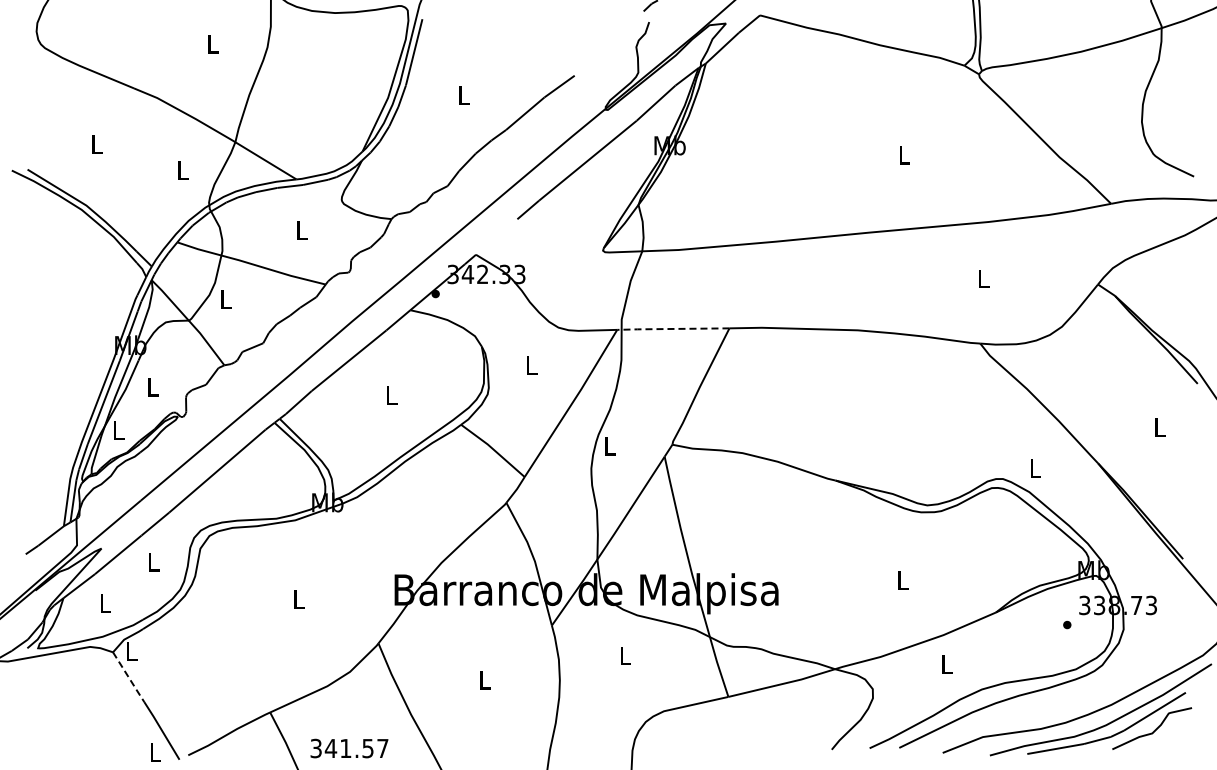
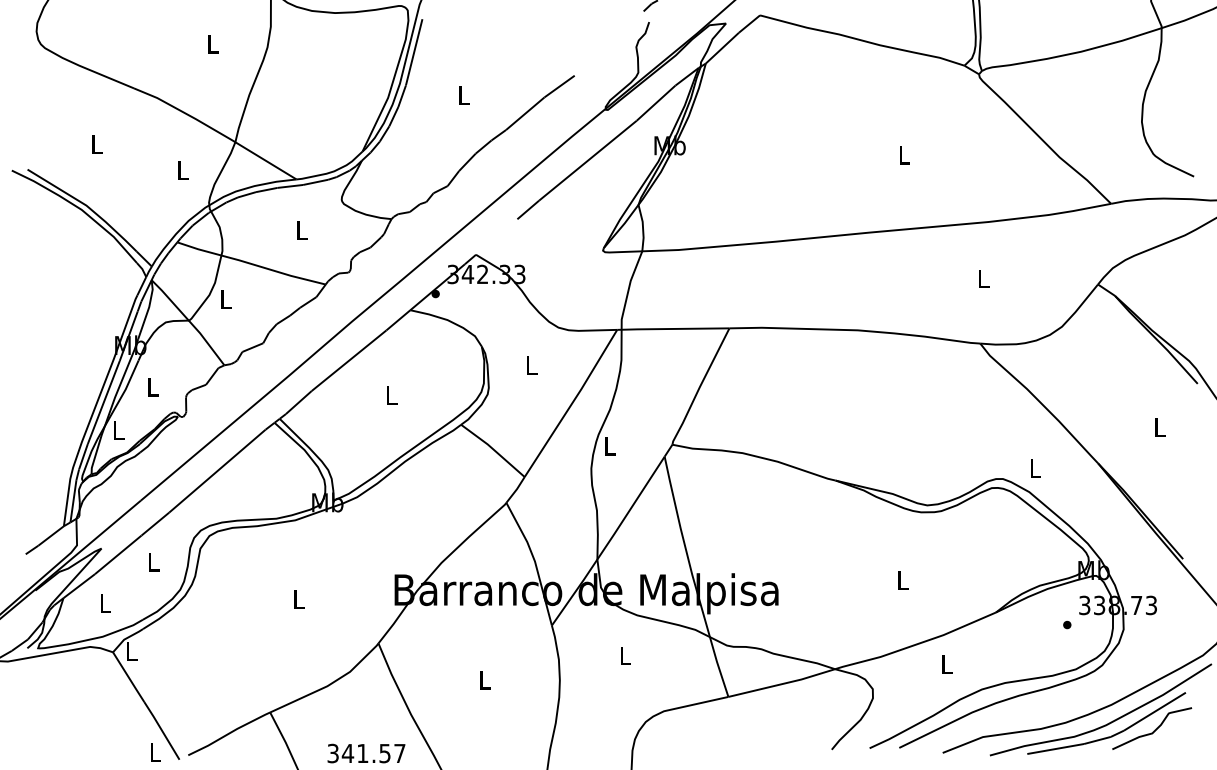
line at (671, 328): dashed -> solid
line at (129, 678): dashed -> solid
text at (349, 748) position: (349, 748) -> (366, 753)
